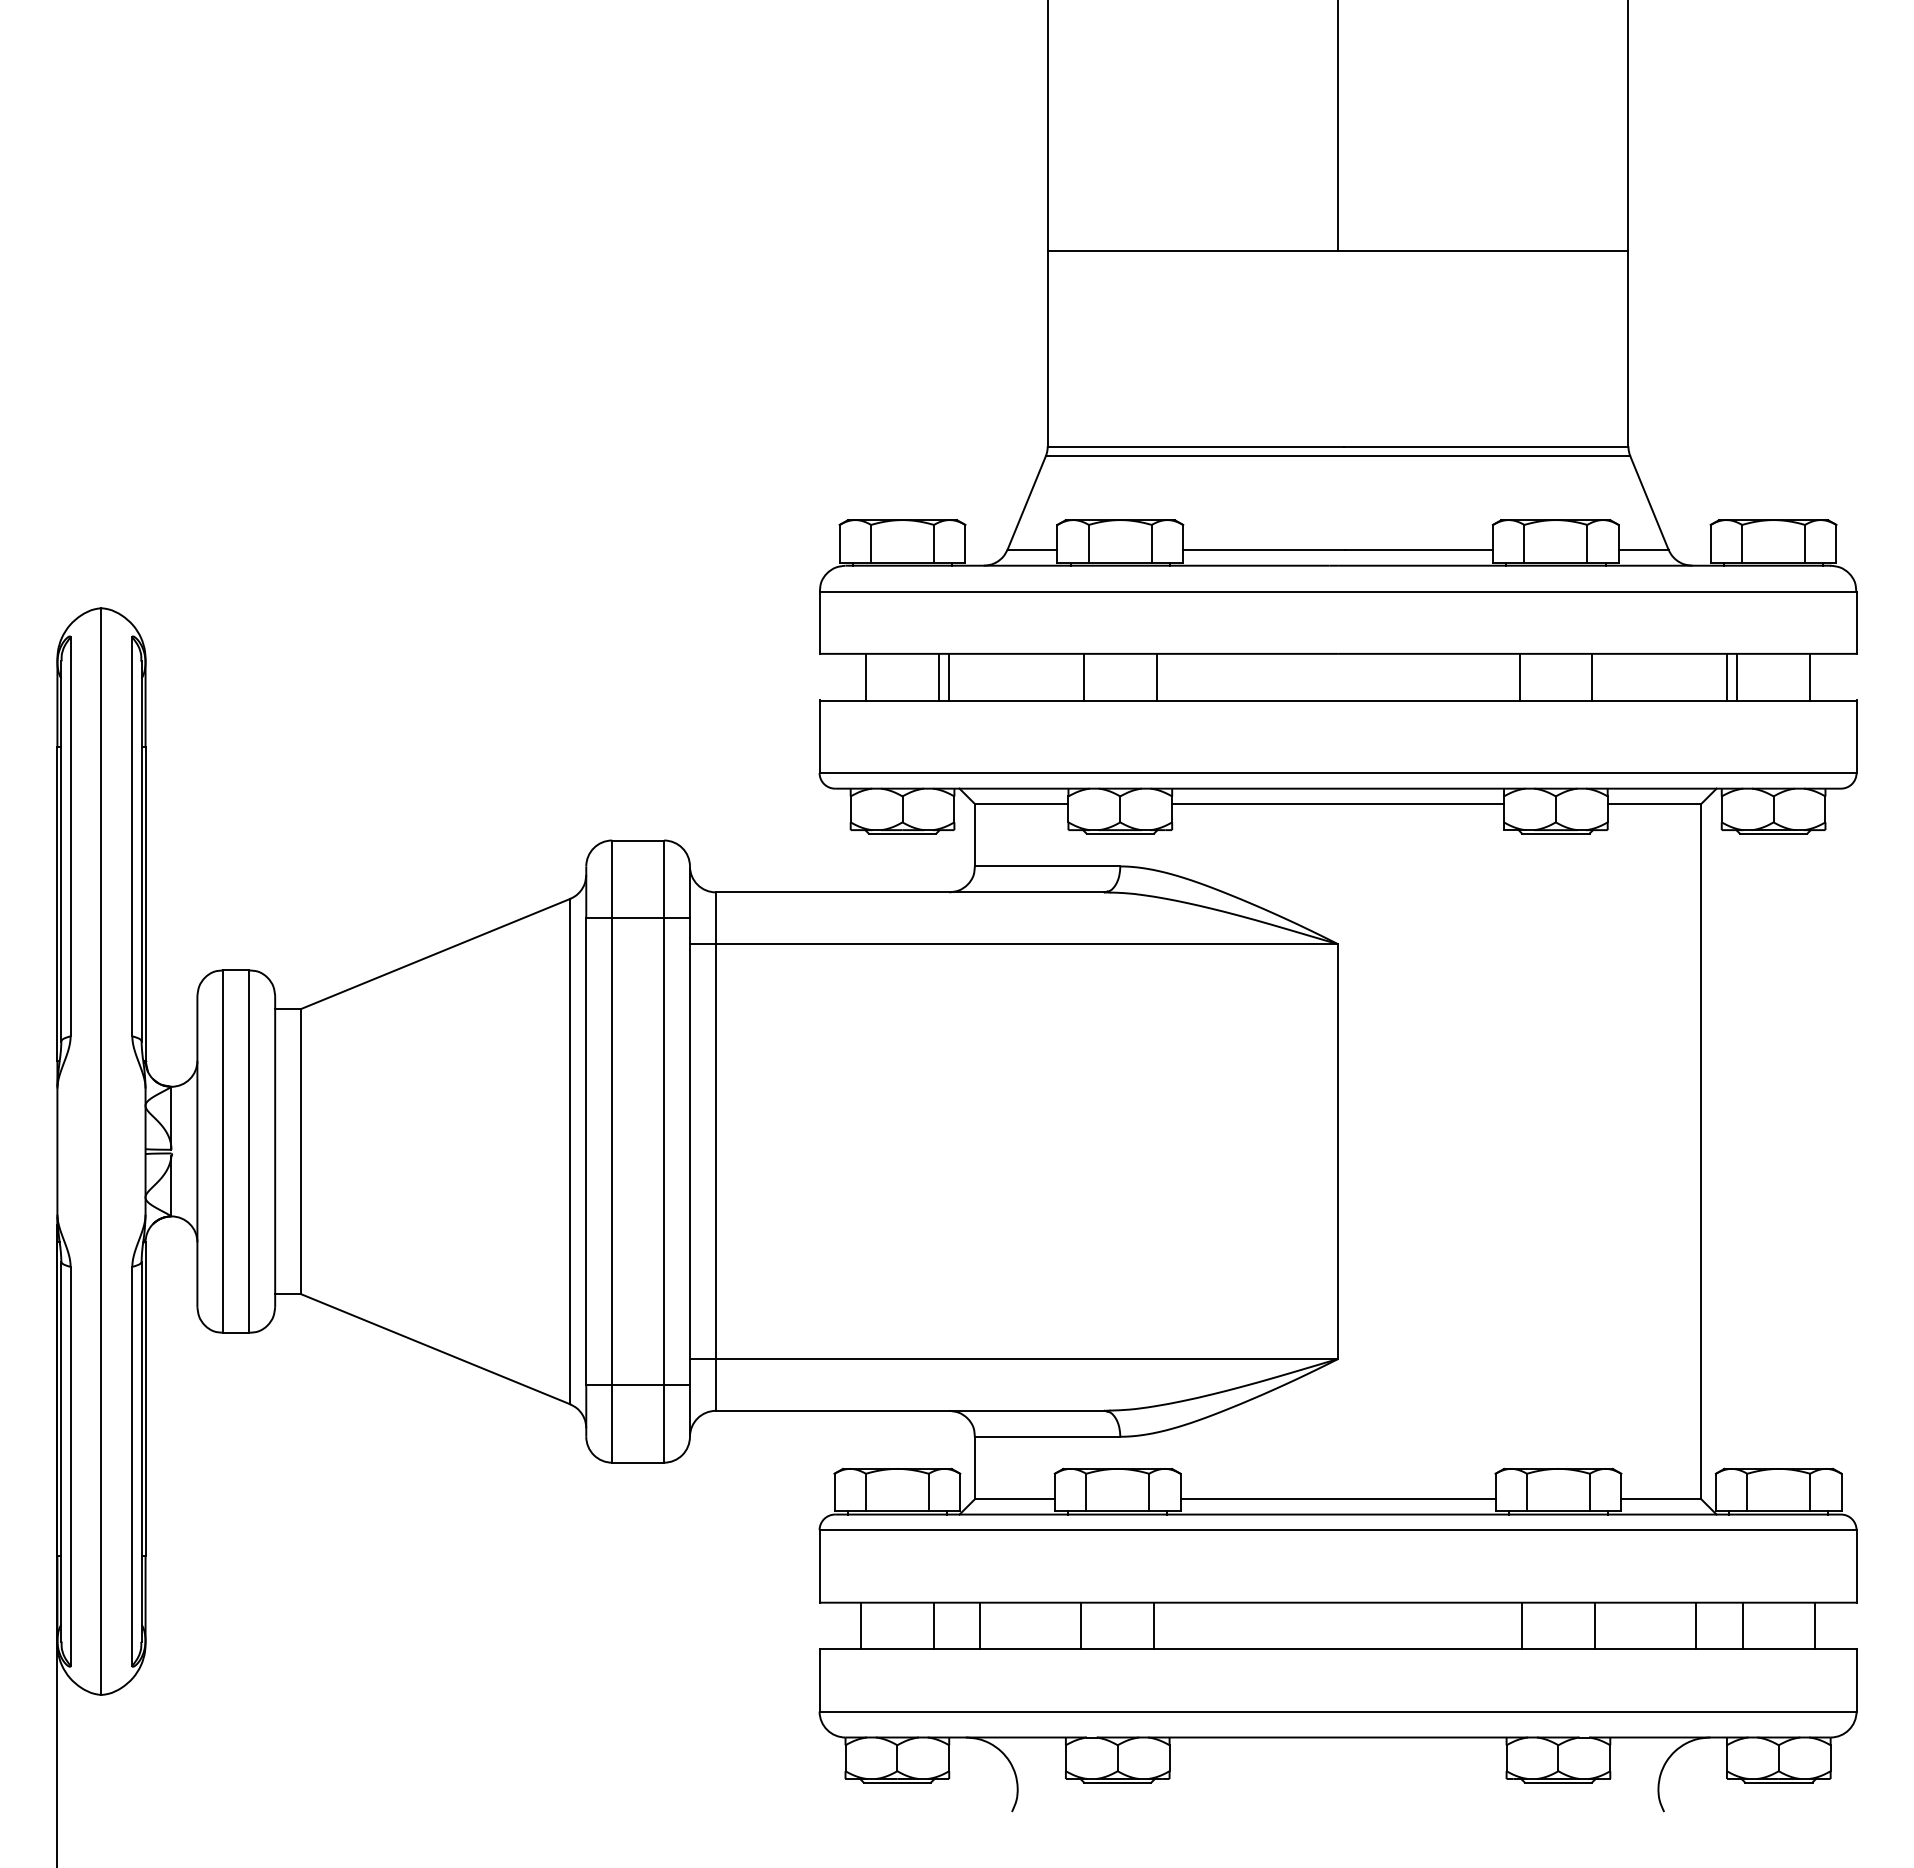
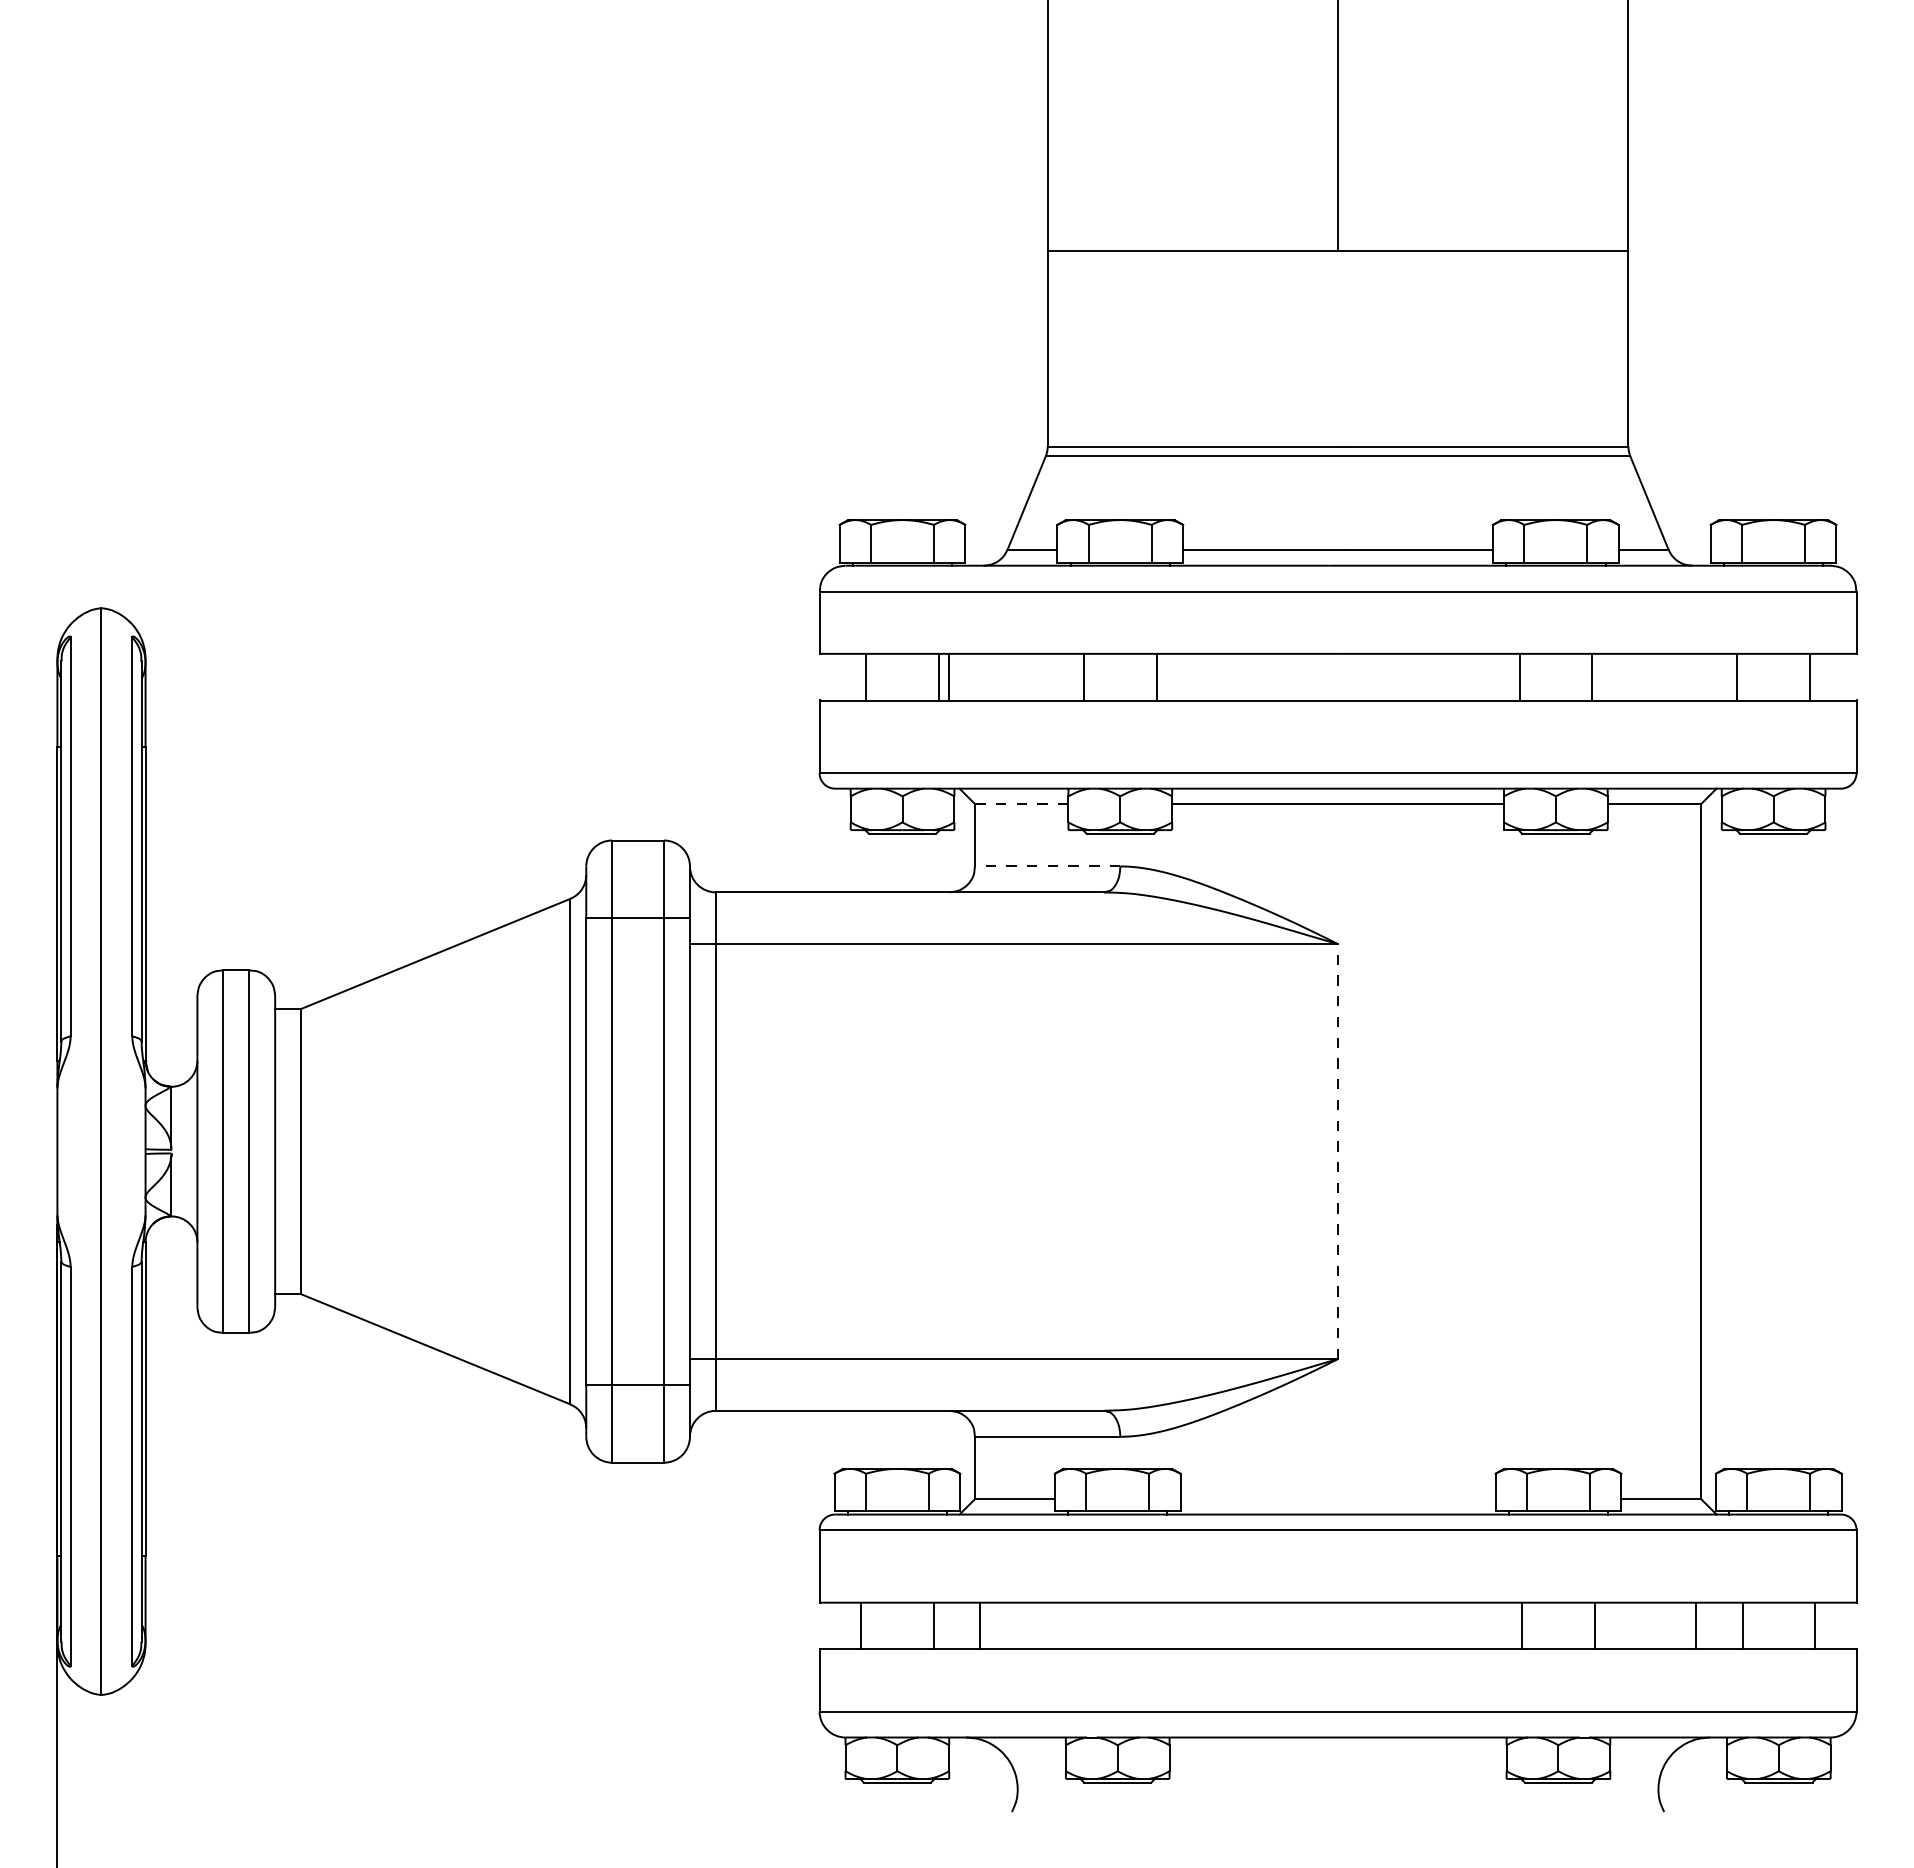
line at (1726, 676): present -> none
line at (1021, 804): solid -> dashed
line at (1047, 866): solid -> dashed
line at (1338, 1151): solid -> dashed
line at (1337, 1499): present -> none
line at (1081, 1625): present -> none
line at (1154, 1625): present -> none
